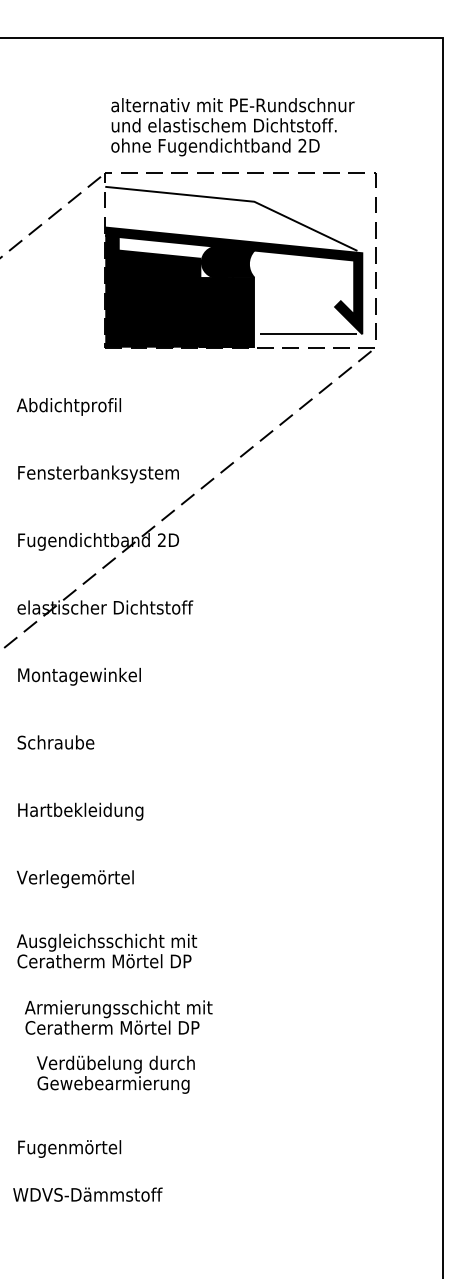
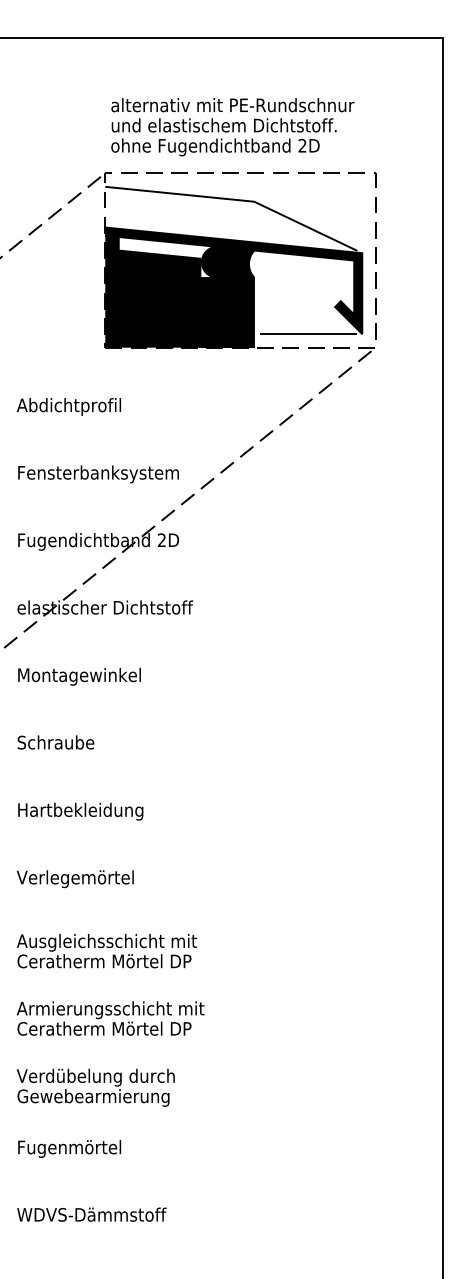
text at (118, 1017) position: (118, 1017) -> (110, 1018)
text at (115, 1074) position: (115, 1074) -> (95, 1087)
text at (87, 1194) position: (87, 1194) -> (91, 1214)
